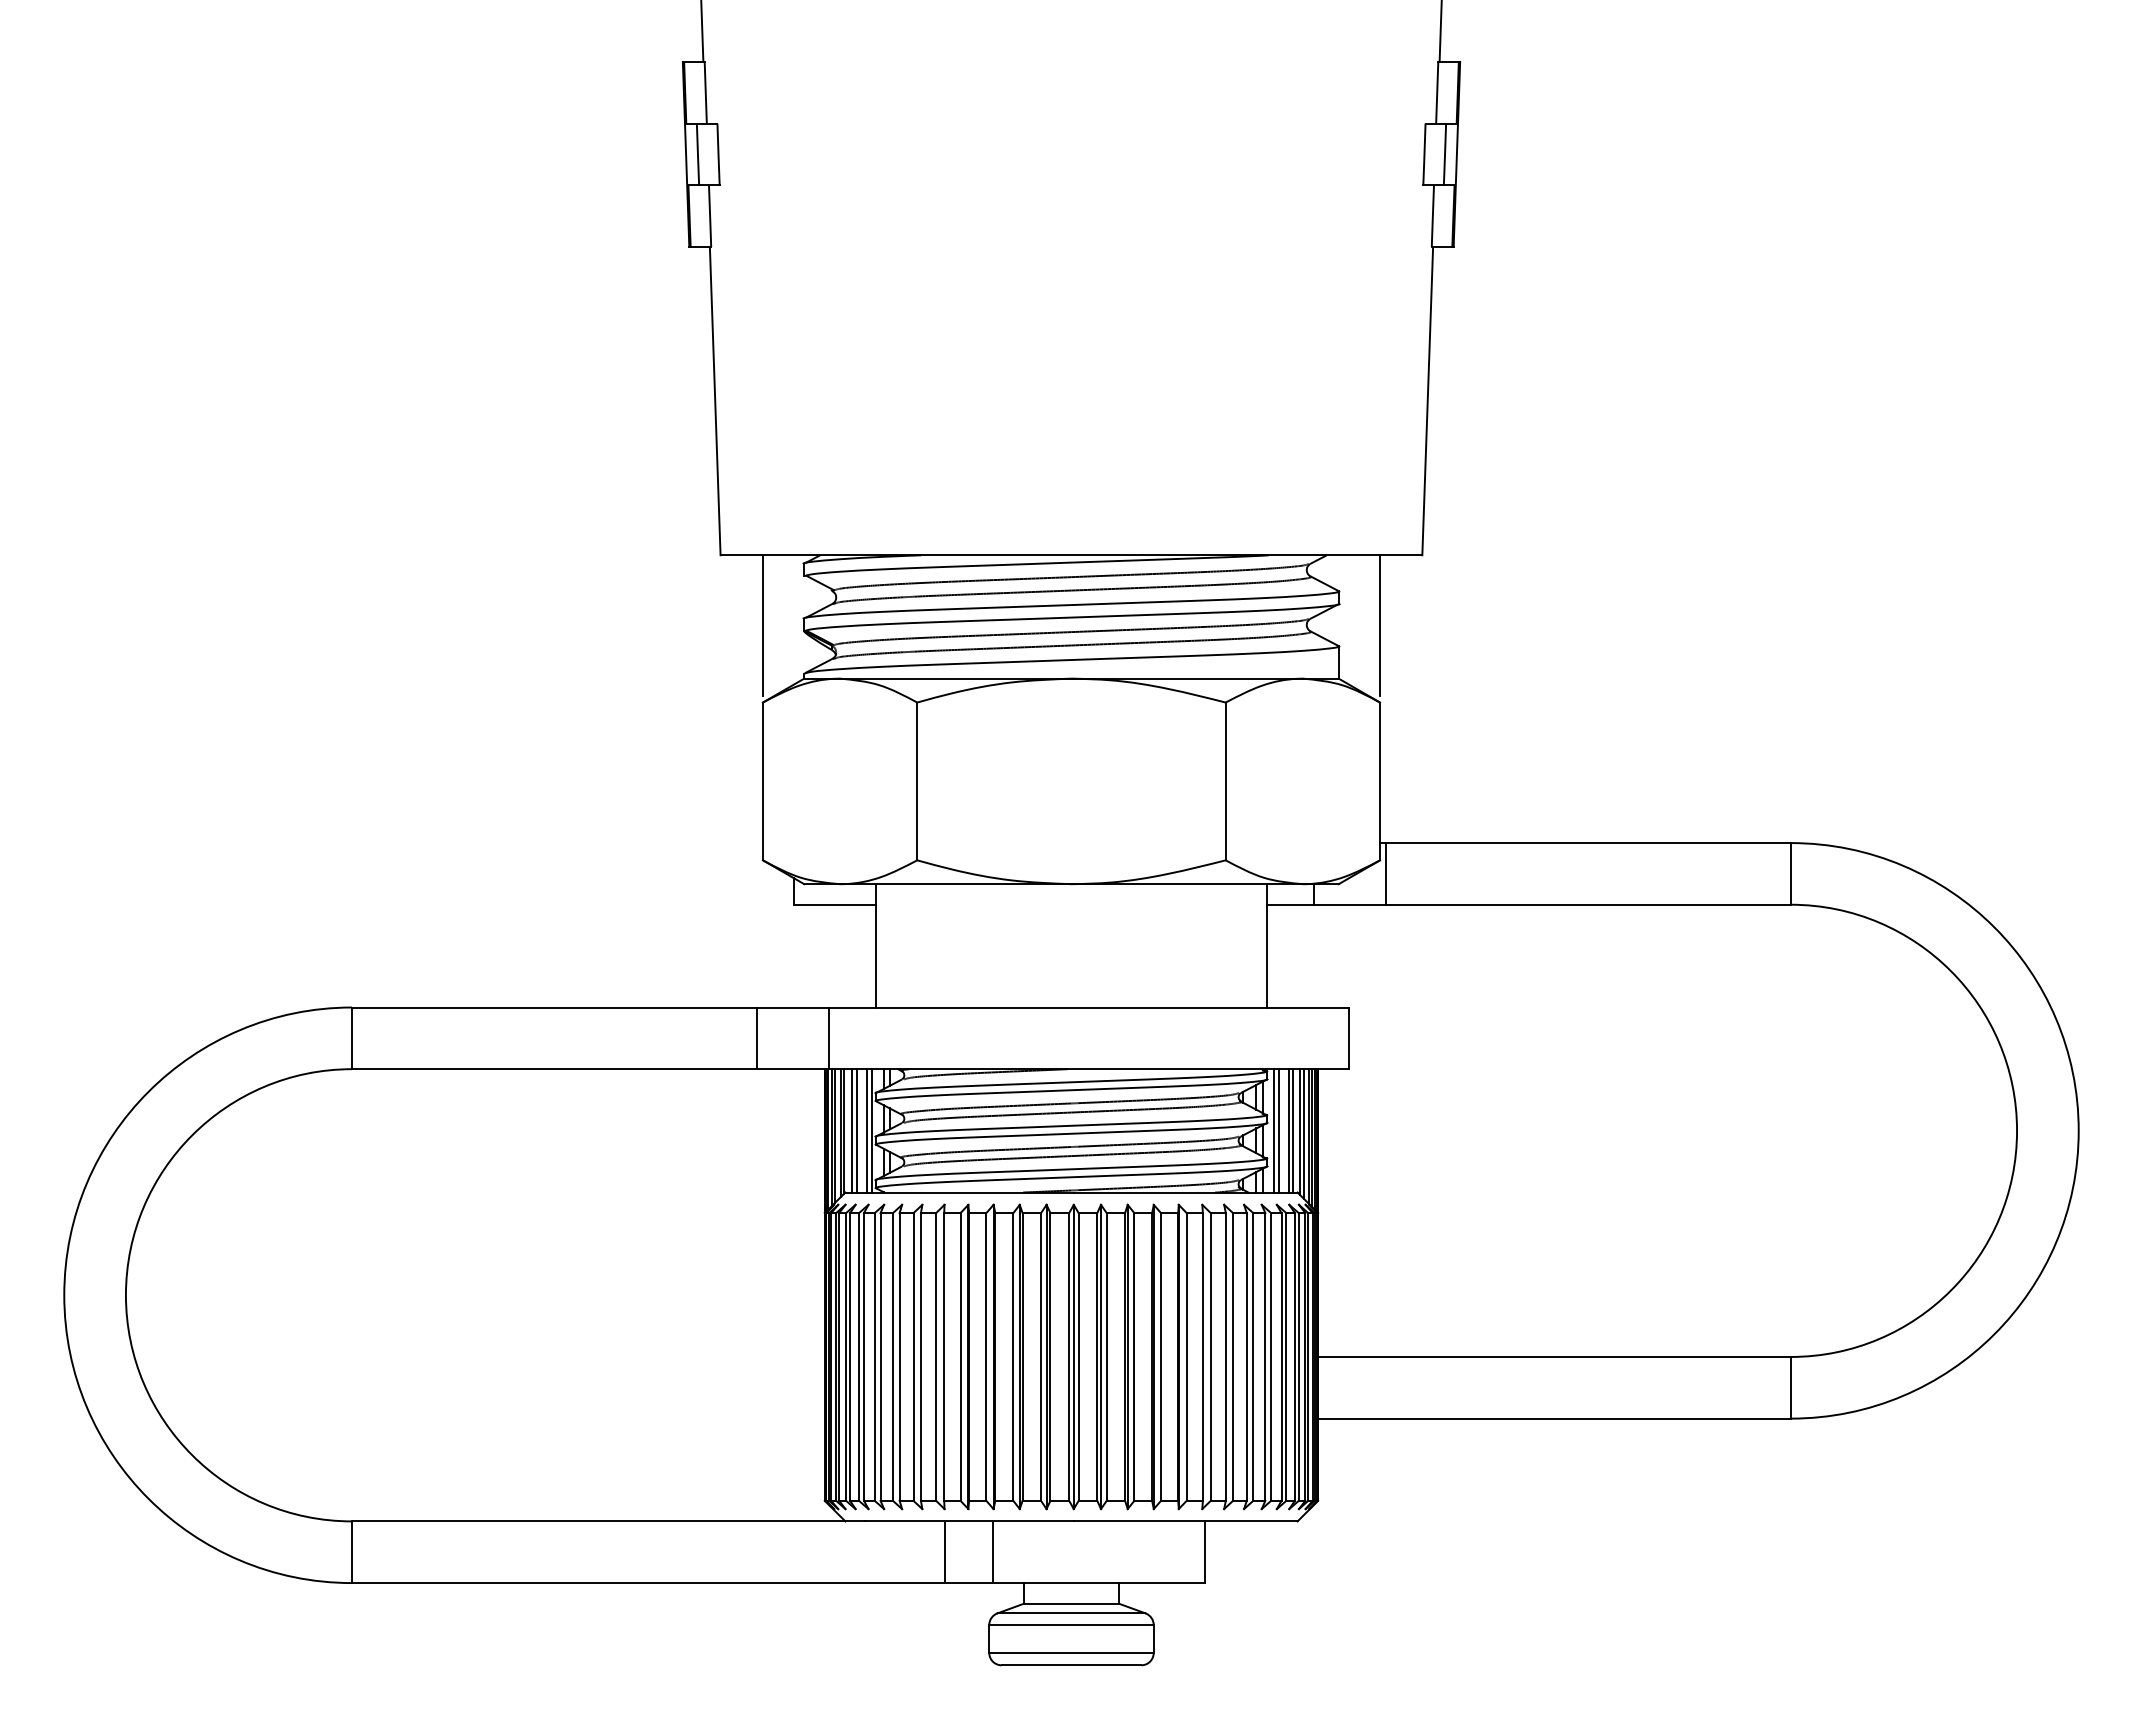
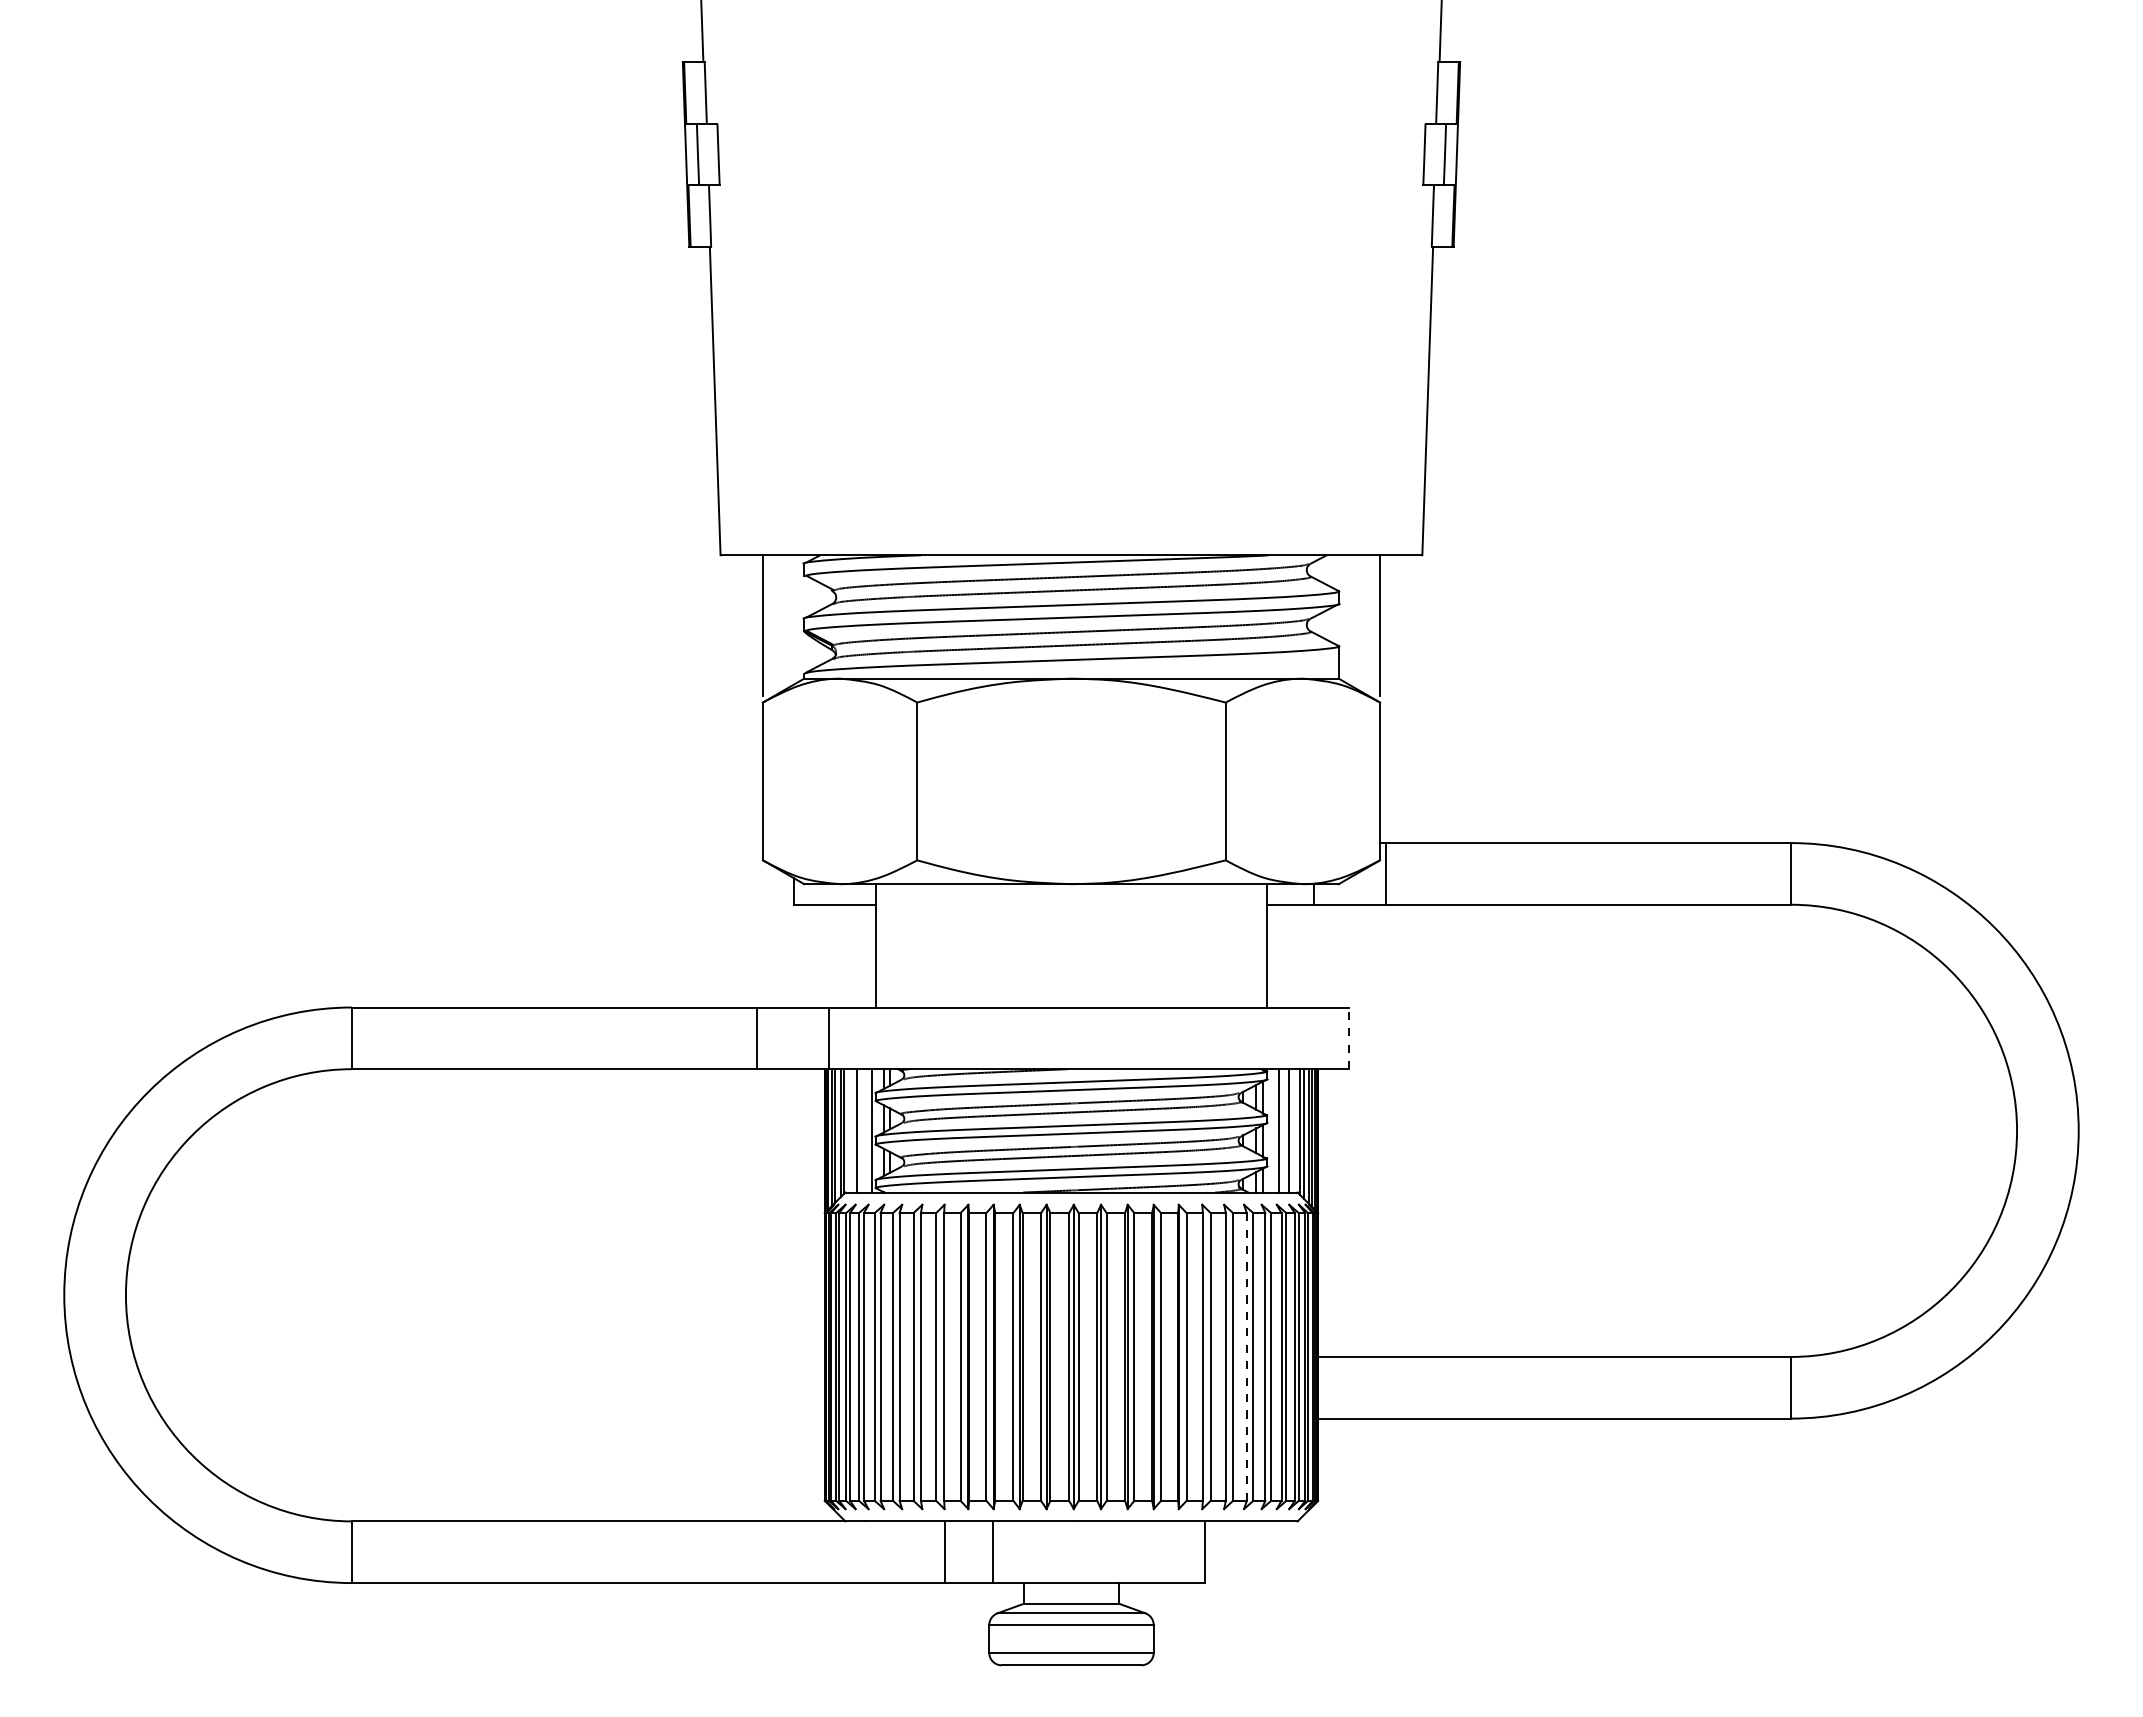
line at (1348, 1038): solid -> dashed
line at (852, 1130): present -> none
line at (866, 1130): present -> none
line at (1273, 1130): present -> none
line at (1292, 1130): present -> none
line at (1246, 1356): solid -> dashed
